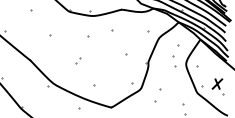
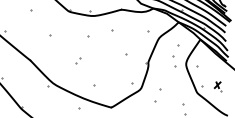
part at (217, 86) size: 14x18 px -> 10x12 px
